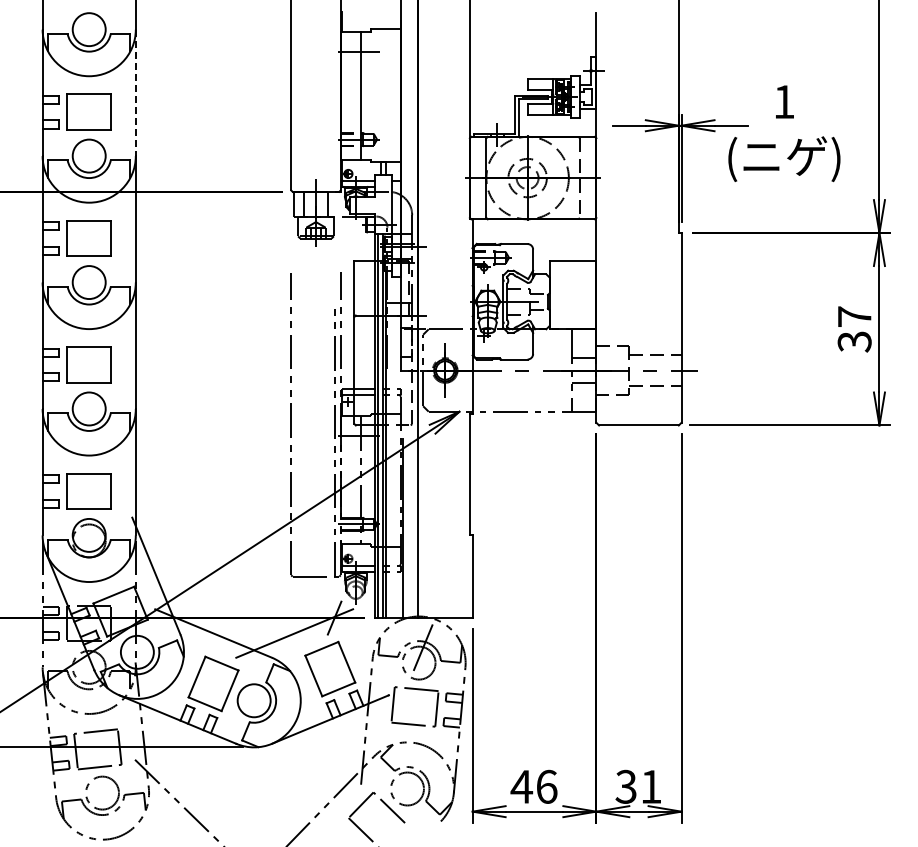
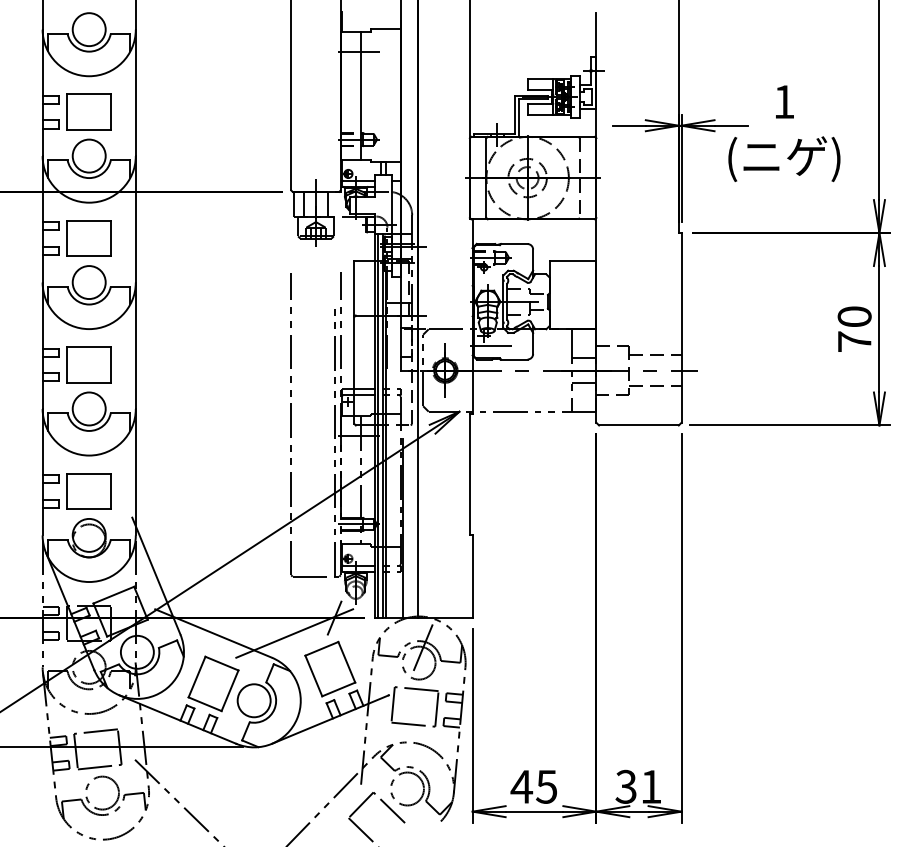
line at (135, 93): dashed -> solid
text at (854, 329): 37 -> 70
line at (490, 345): none -> present
text at (546, 786): 46 -> 45
